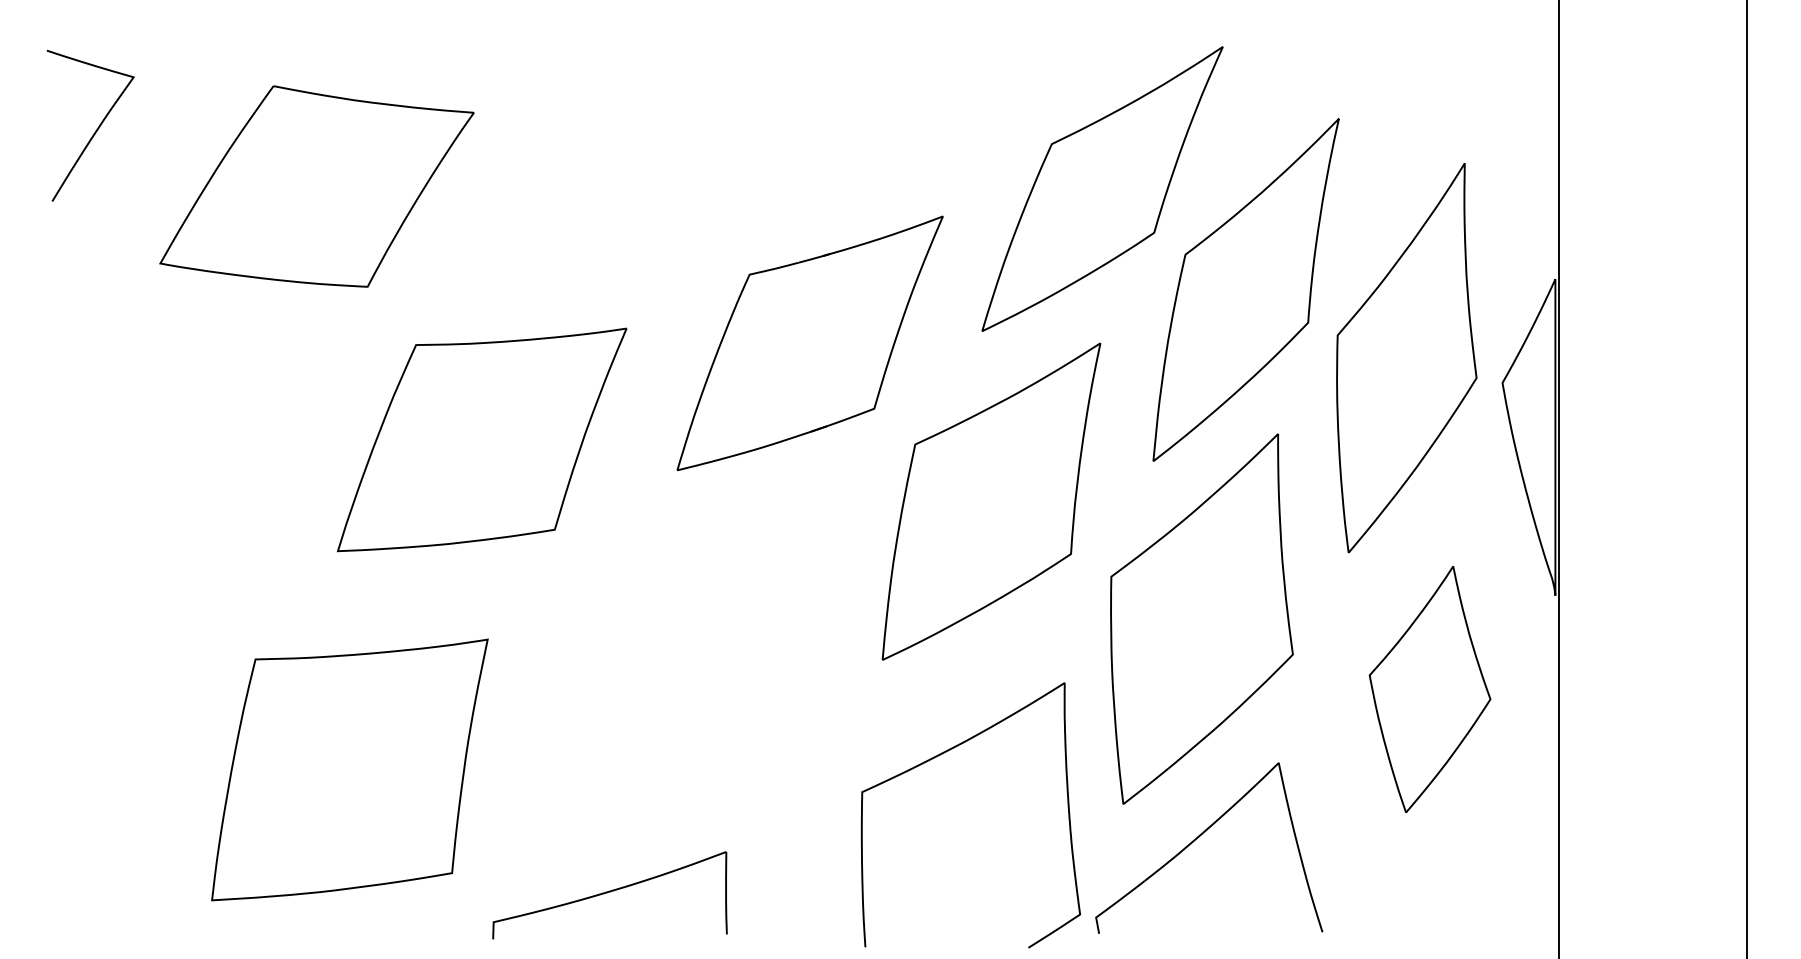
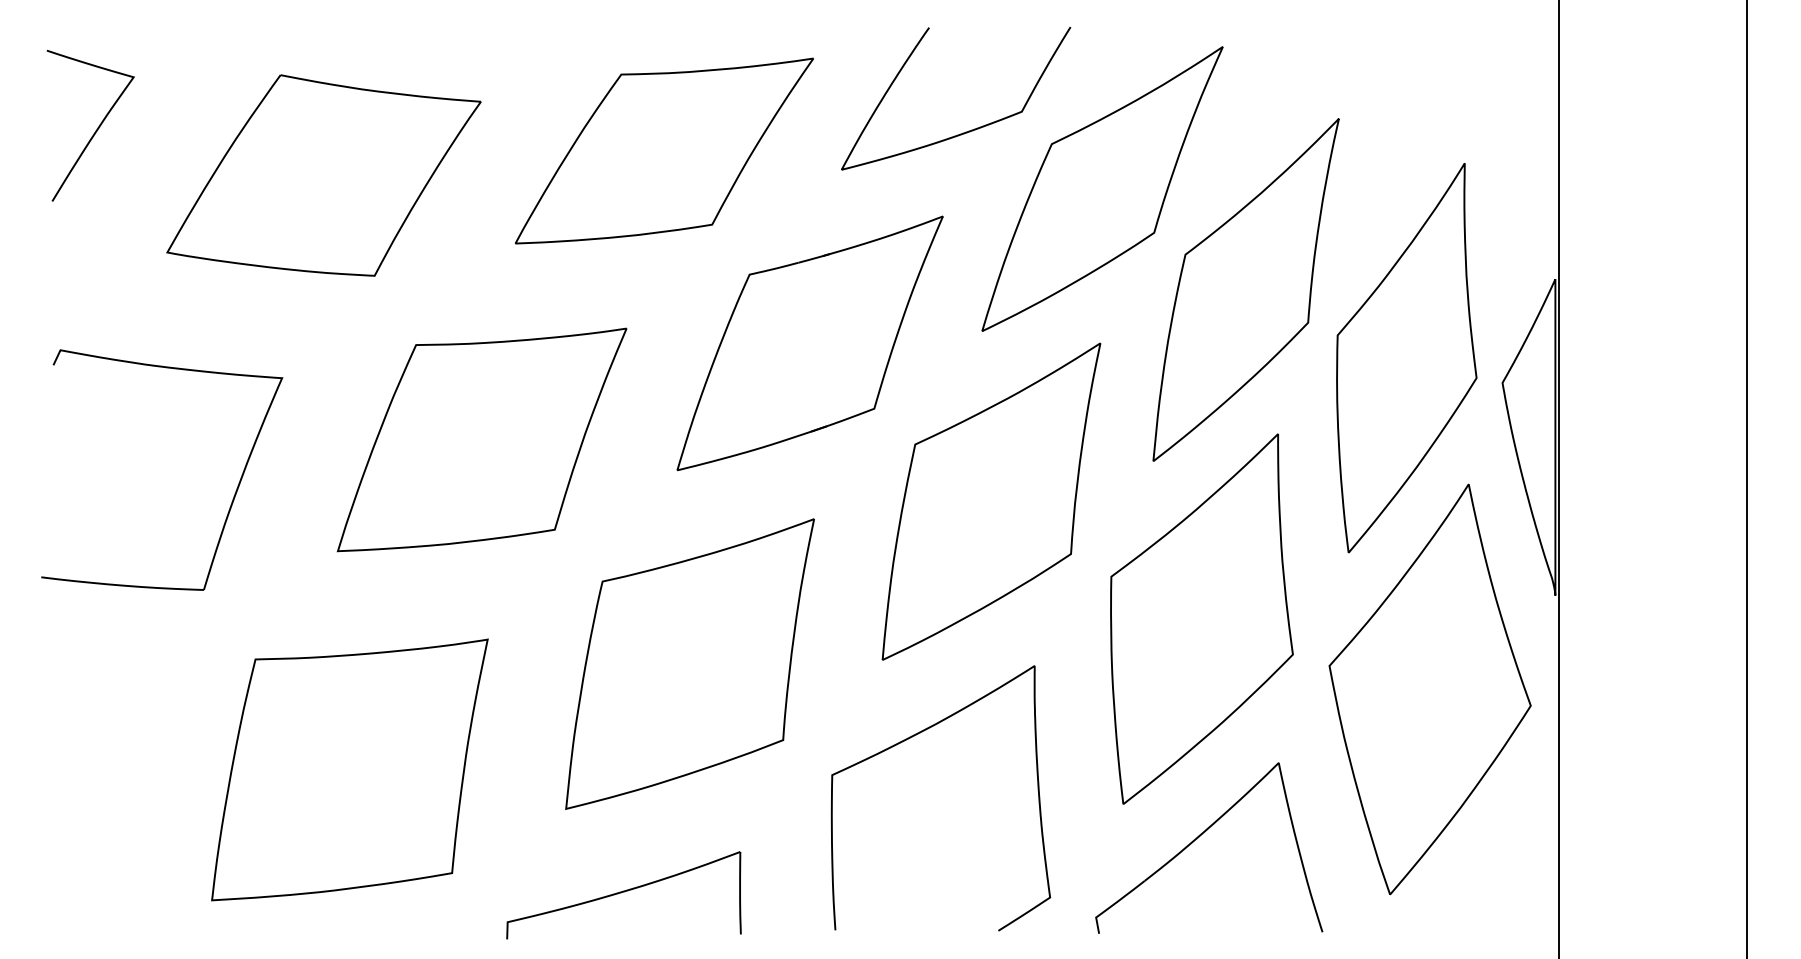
curve at (968, 130): none -> present
part at (664, 150): none -> present
part at (316, 186) position: (316, 186) -> (323, 175)
part at (234, 493): none -> present
part at (689, 663): none -> present
part at (1429, 689) size: 124x247 px -> 204x413 px
curve at (940, 755) position: (940, 755) -> (910, 738)
part at (609, 895) position: (609, 895) -> (623, 895)
